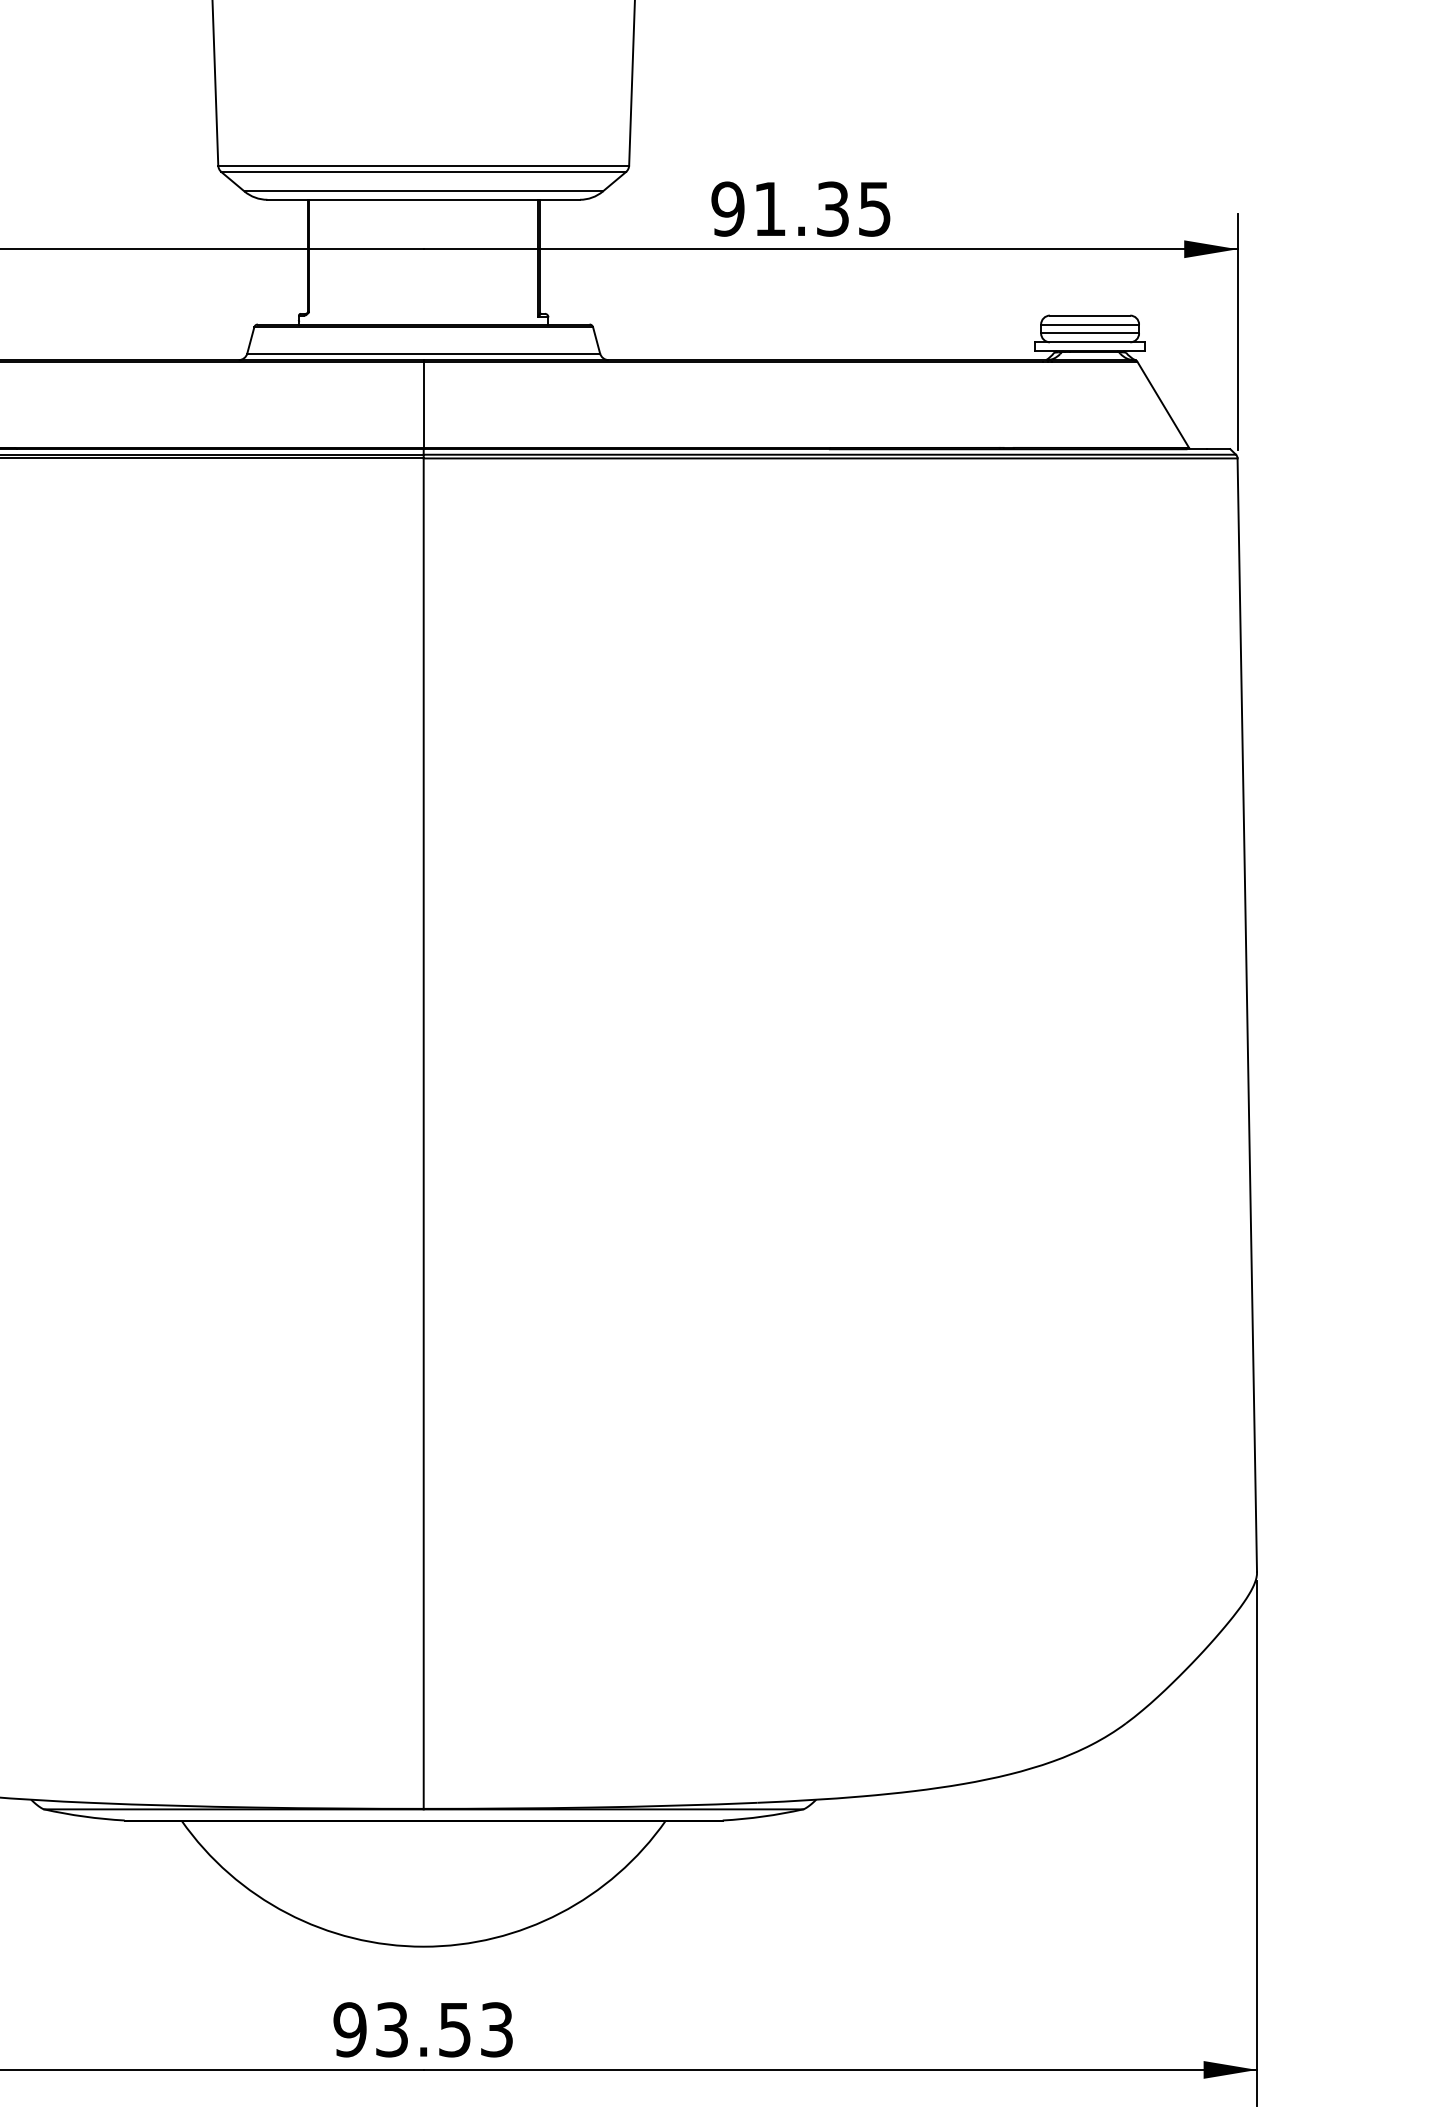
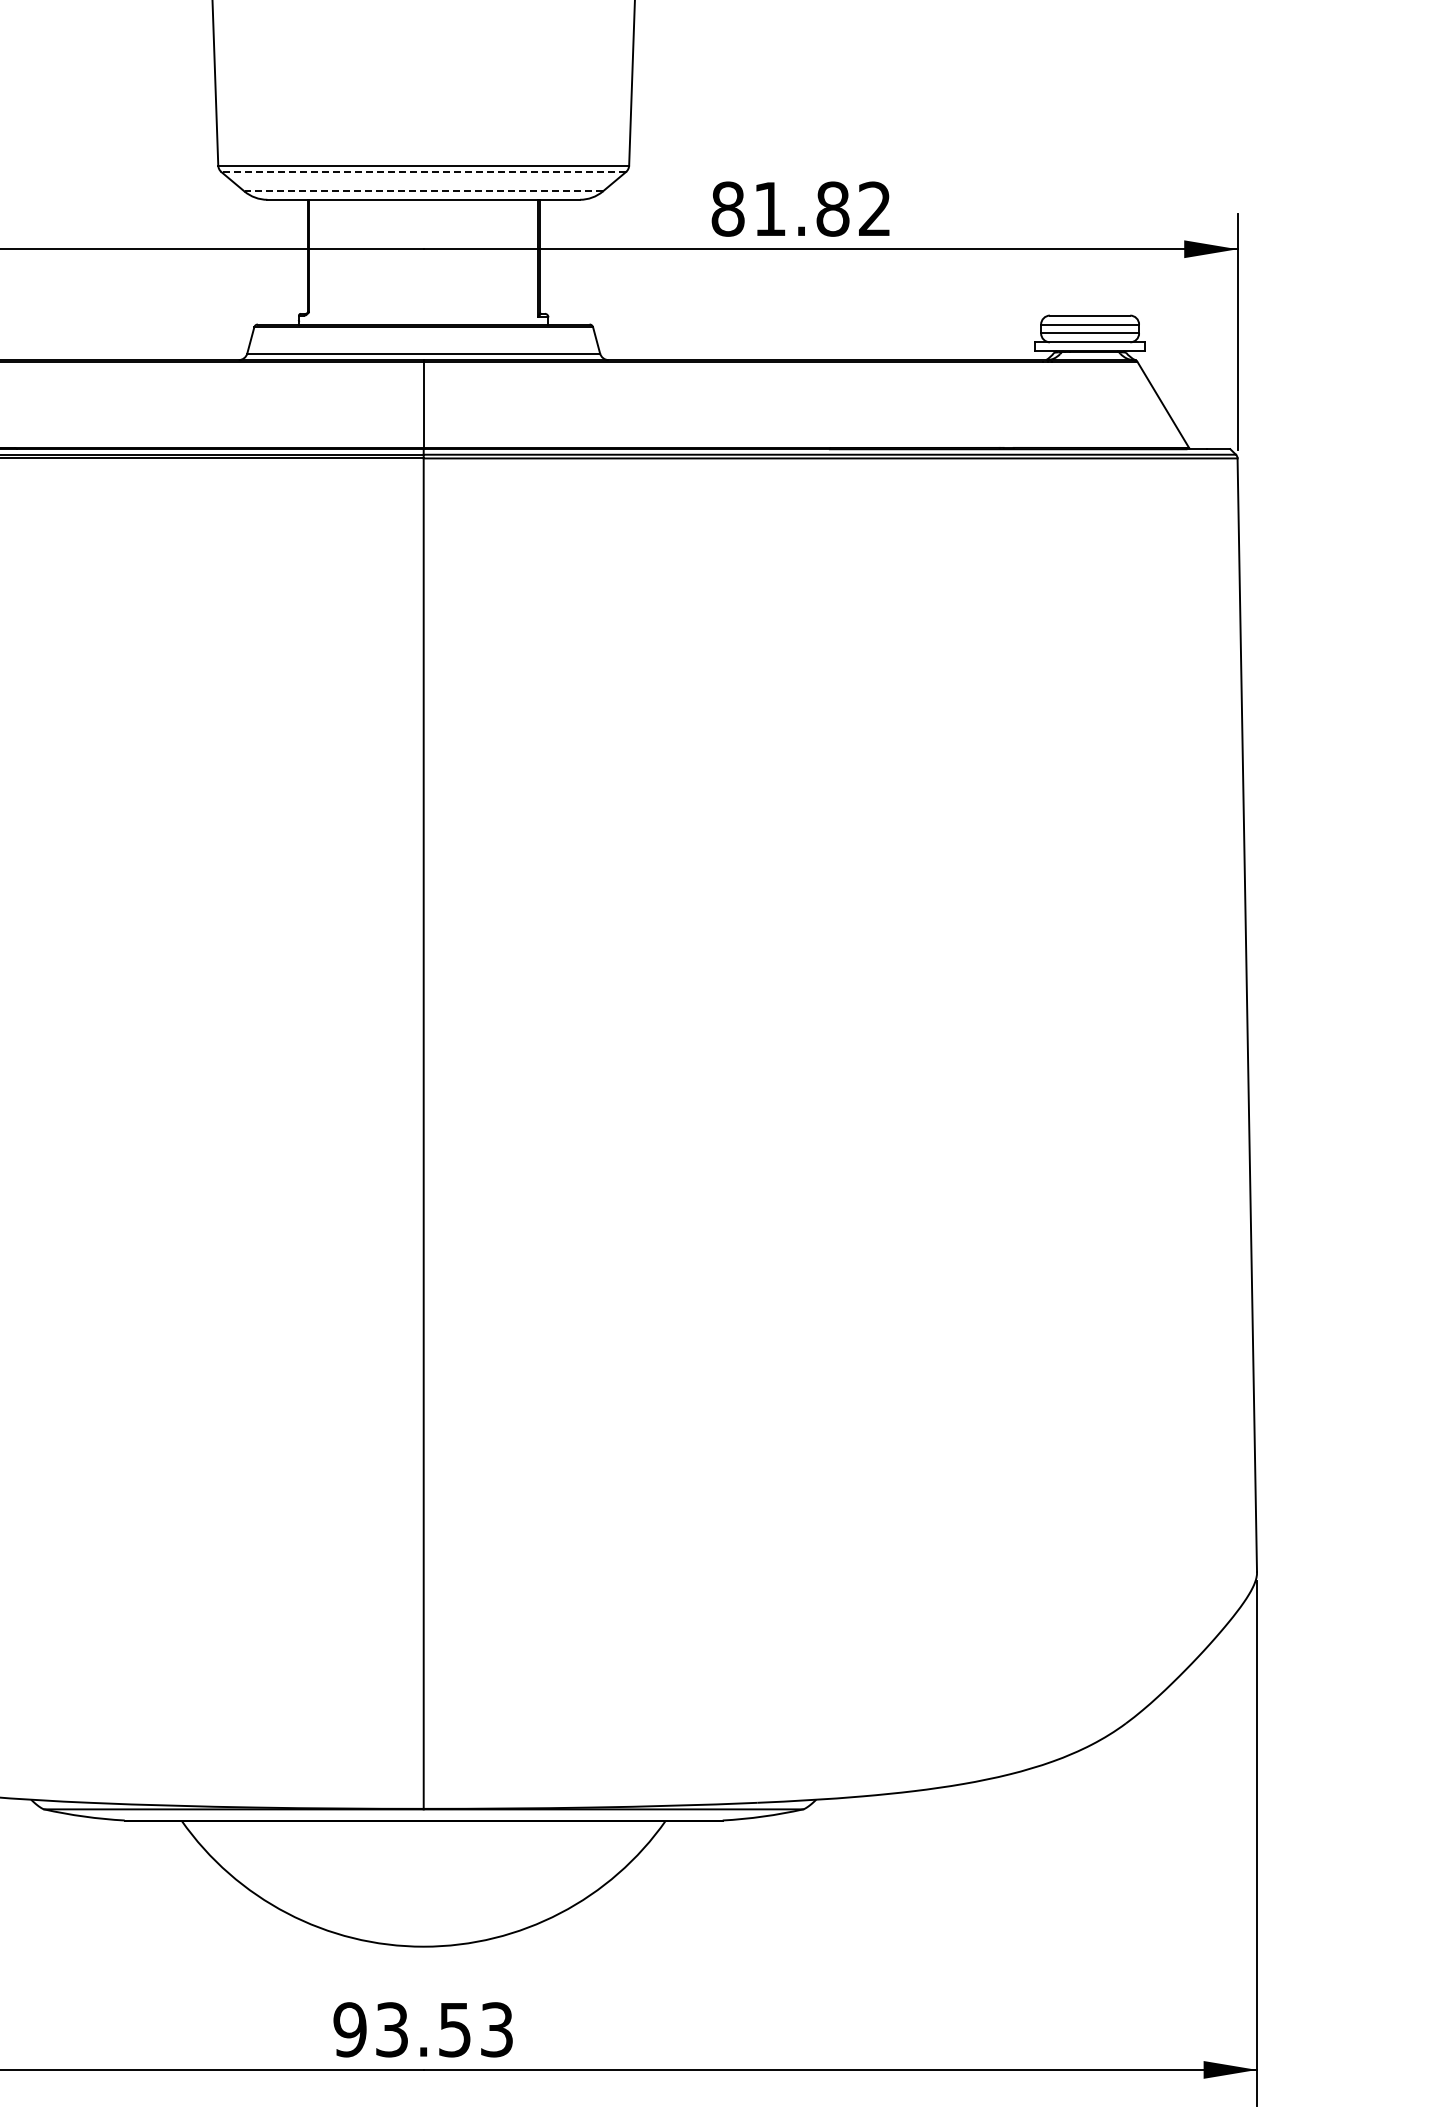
line at (423, 172): solid -> dashed
line at (423, 191): solid -> dashed
text at (800, 208): 91.35 -> 81.82
